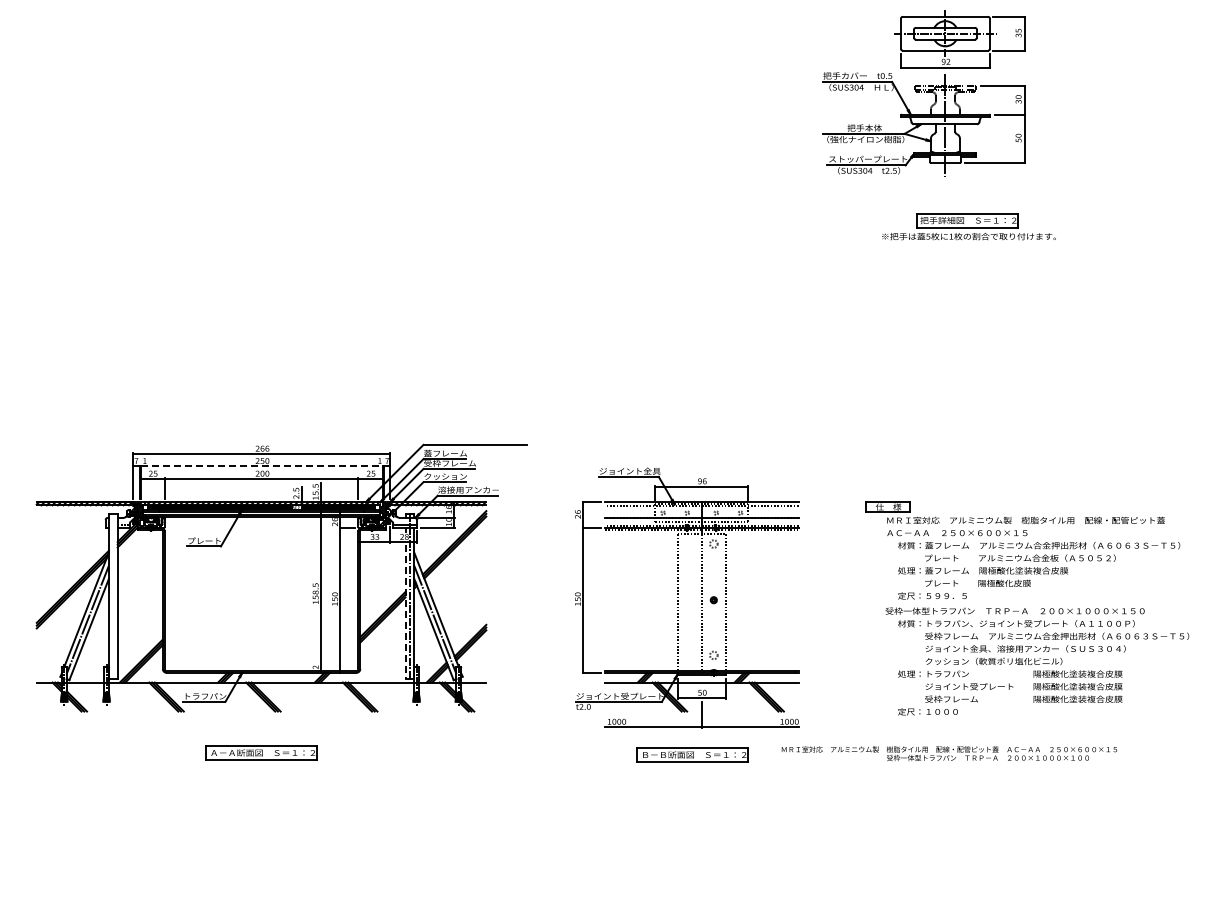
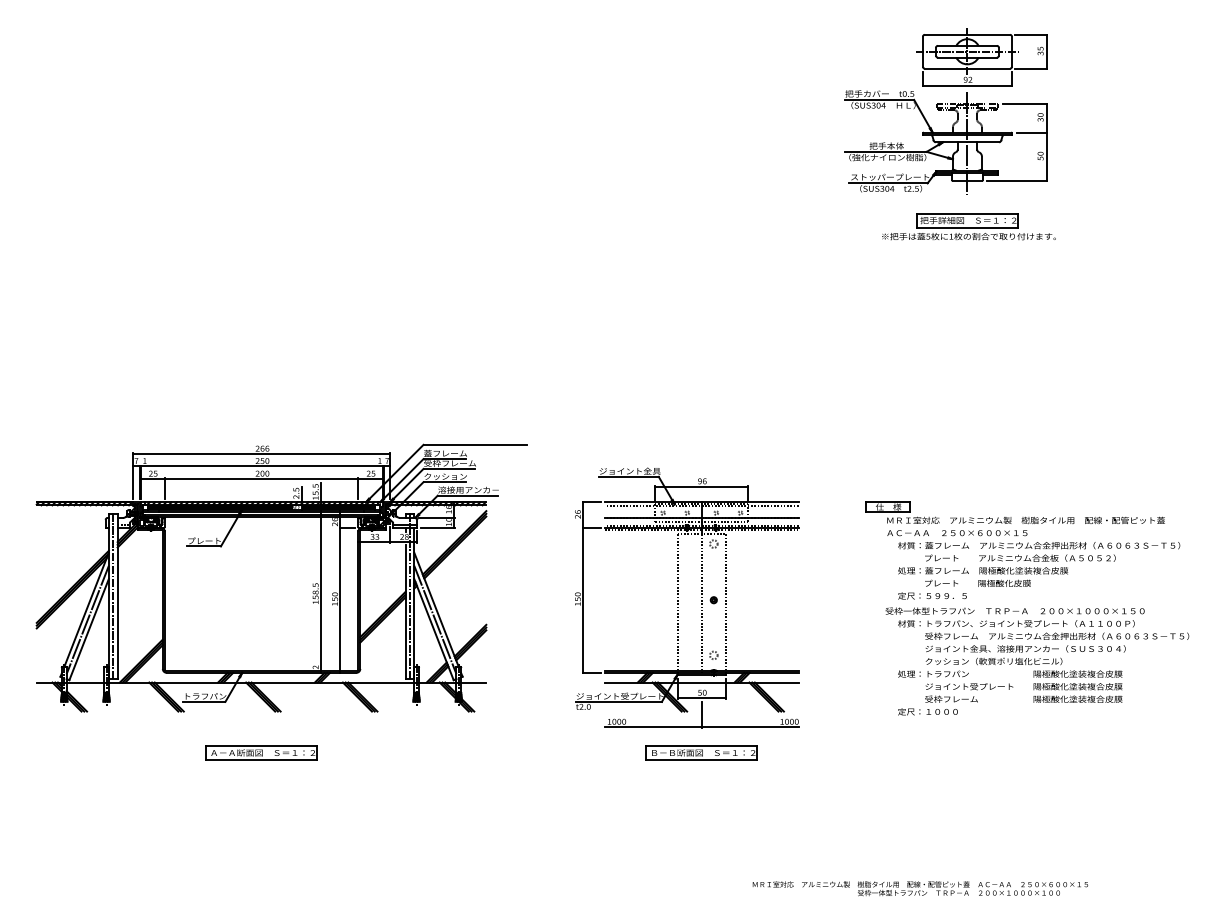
part at (923, 93) position: (923, 93) -> (945, 111)
line at (262, 466): dashed -> solid
line at (113, 595): none -> present
line at (405, 611): dashed -> solid
text at (949, 753) position: (949, 753) -> (920, 888)
part at (692, 754) position: (692, 754) -> (701, 752)
